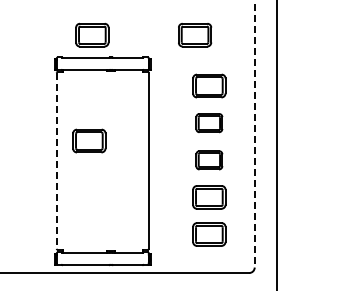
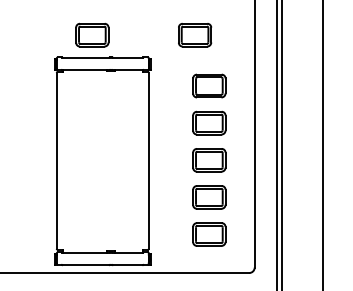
part at (209, 123) size: 29x21 px -> 35x26 px
line at (254, 134): dashed -> solid
part at (89, 140): present -> none
line at (282, 144): none -> present
line at (323, 144): none -> present
line at (56, 160): dashed -> solid
part at (209, 160) size: 29x21 px -> 35x25 px
